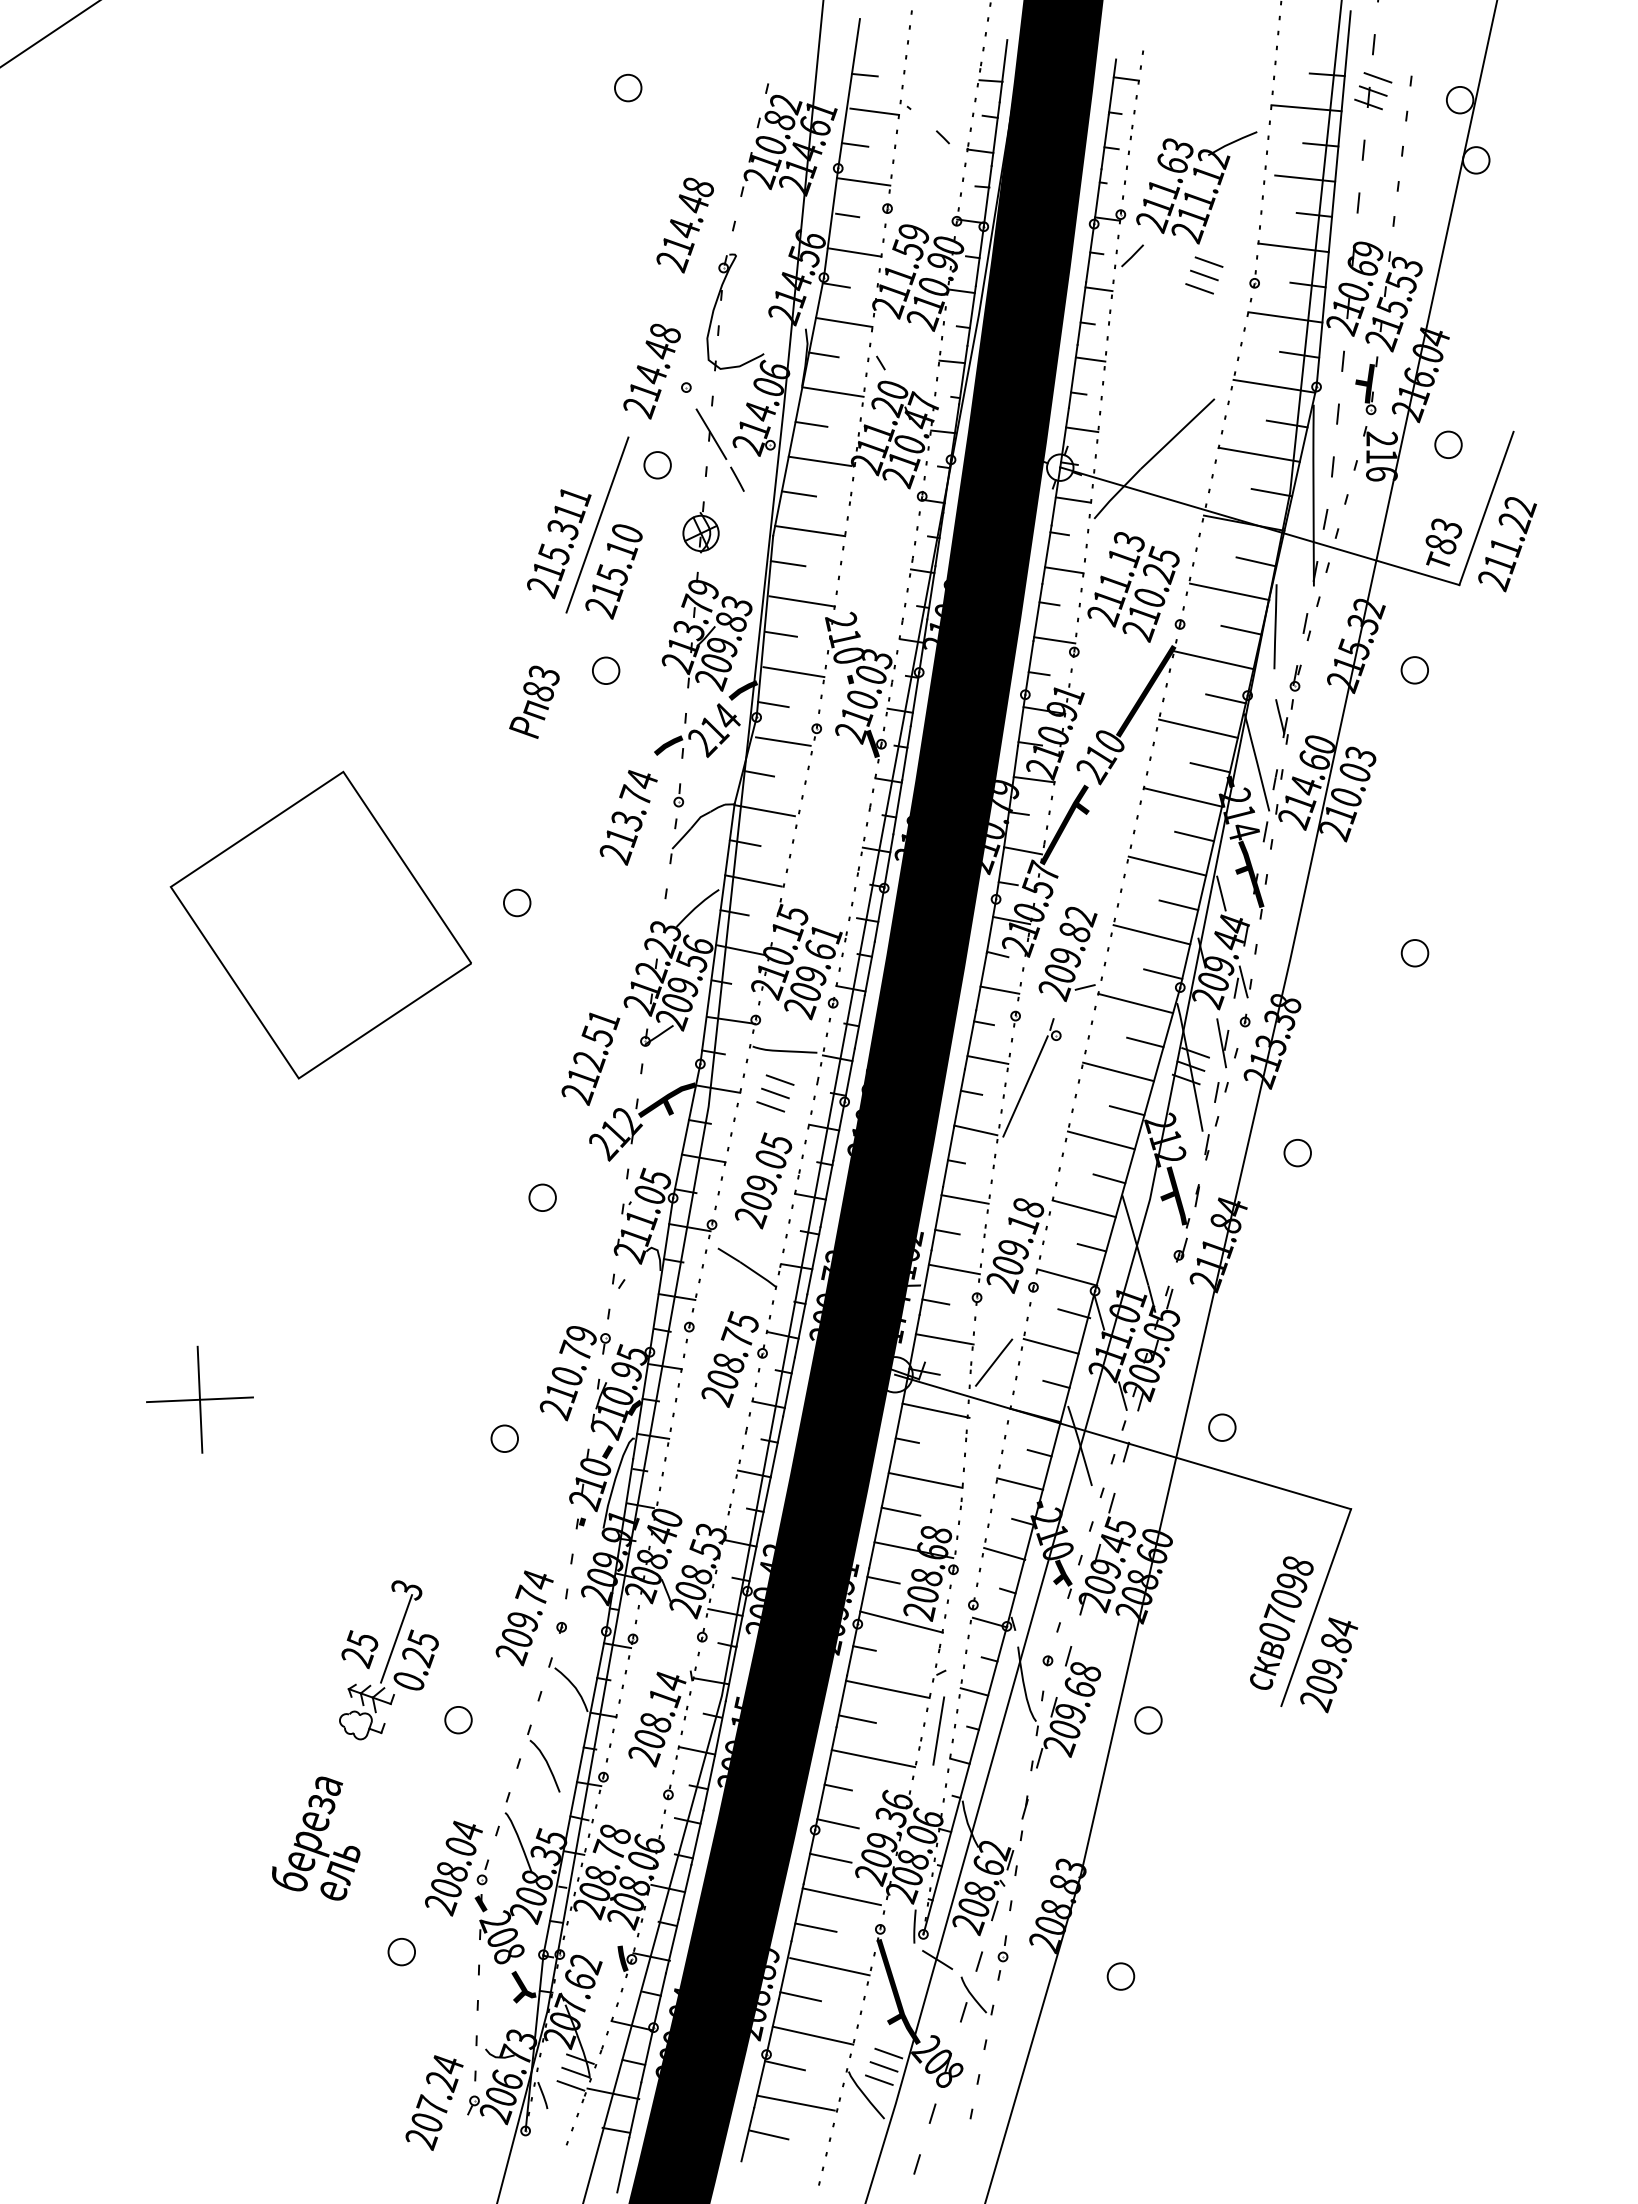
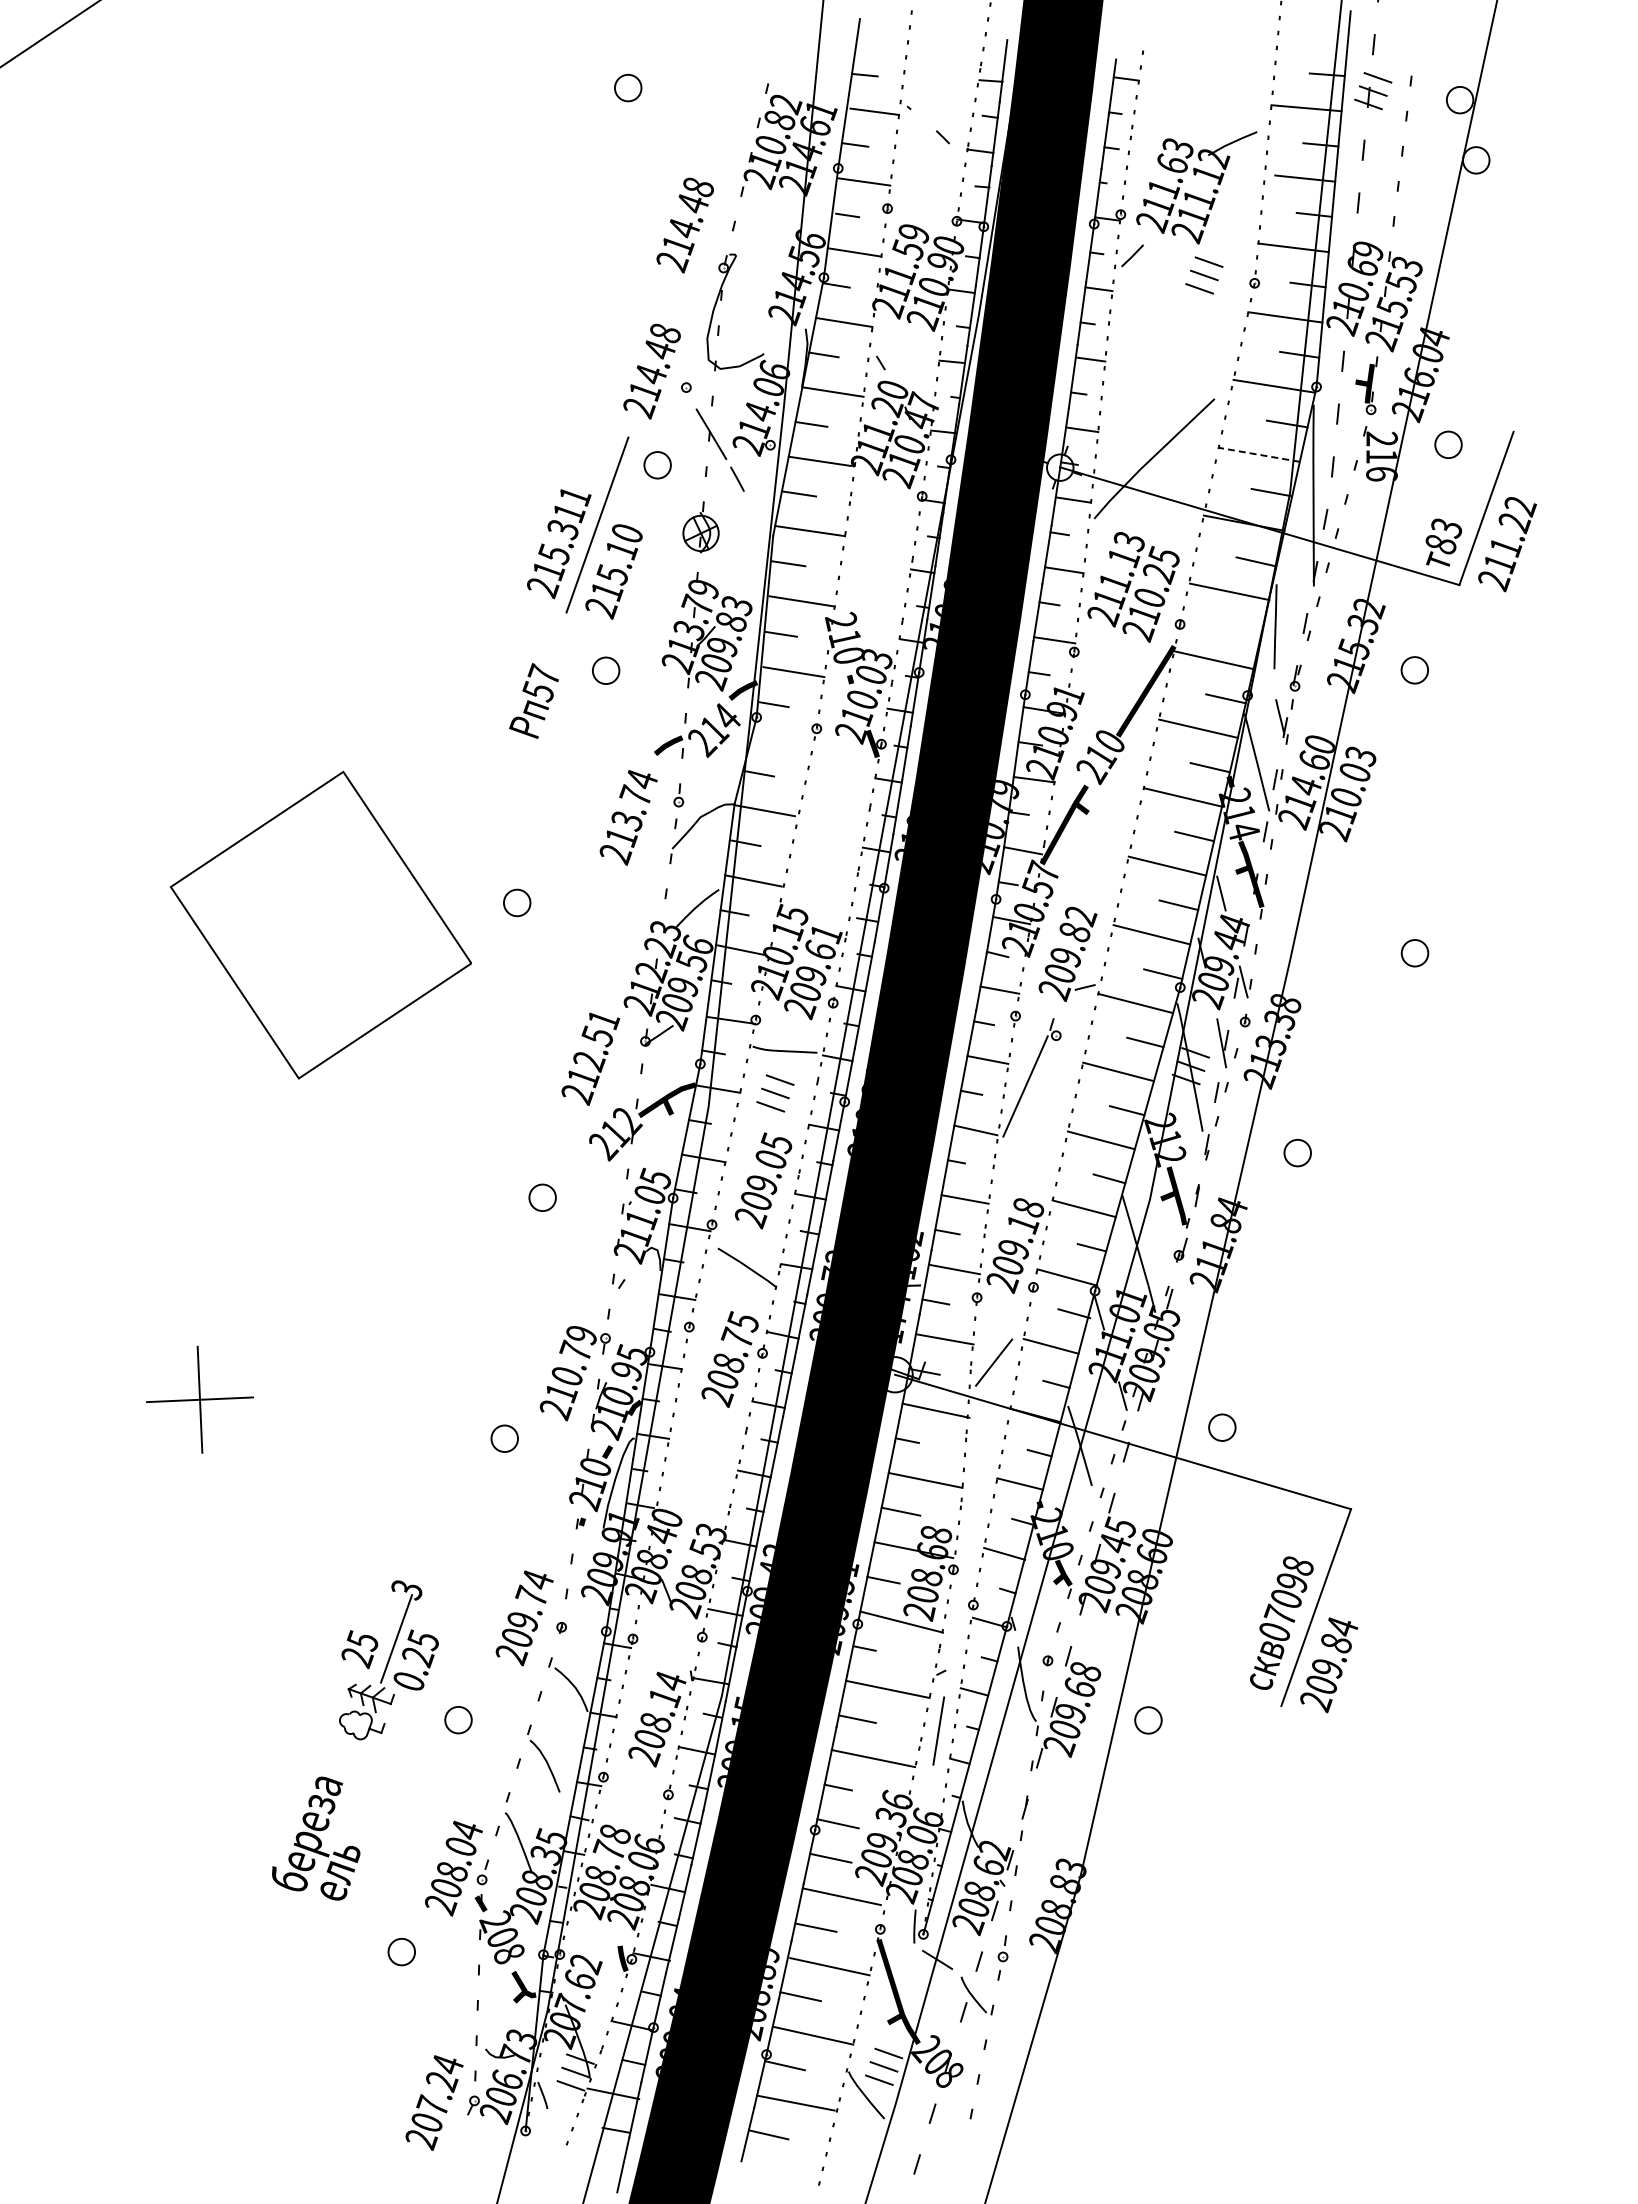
line at (1258, 454): solid -> dashed
line at (1241, 629): present -> none
text at (540, 682): 83 -> 57
line at (783, 741): present -> none
circle at (1120, 1976): present -> none
